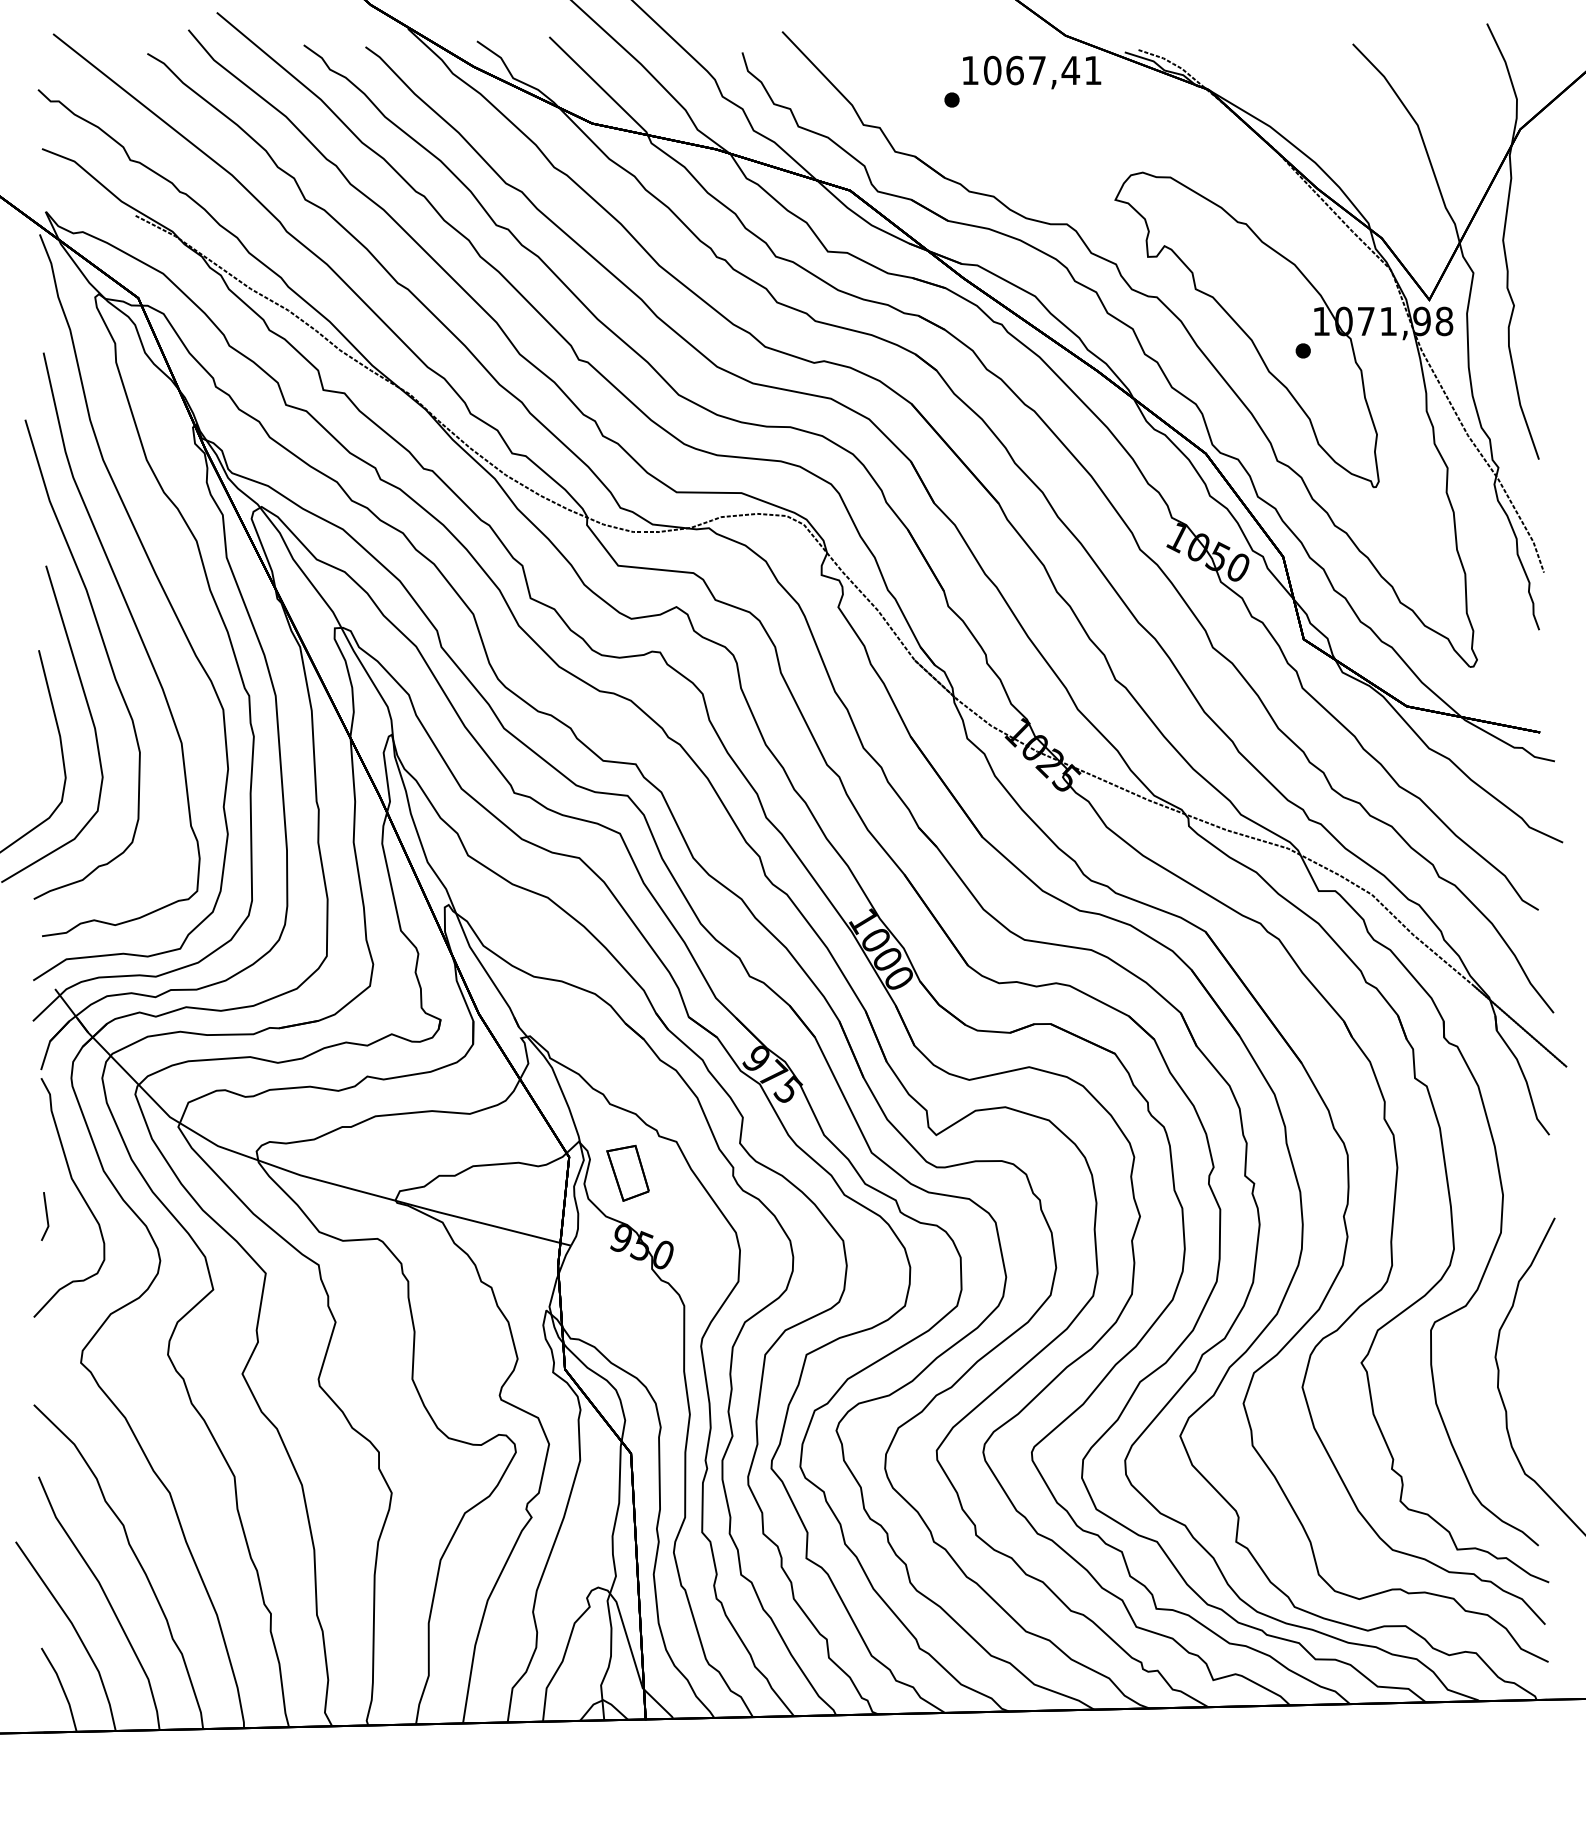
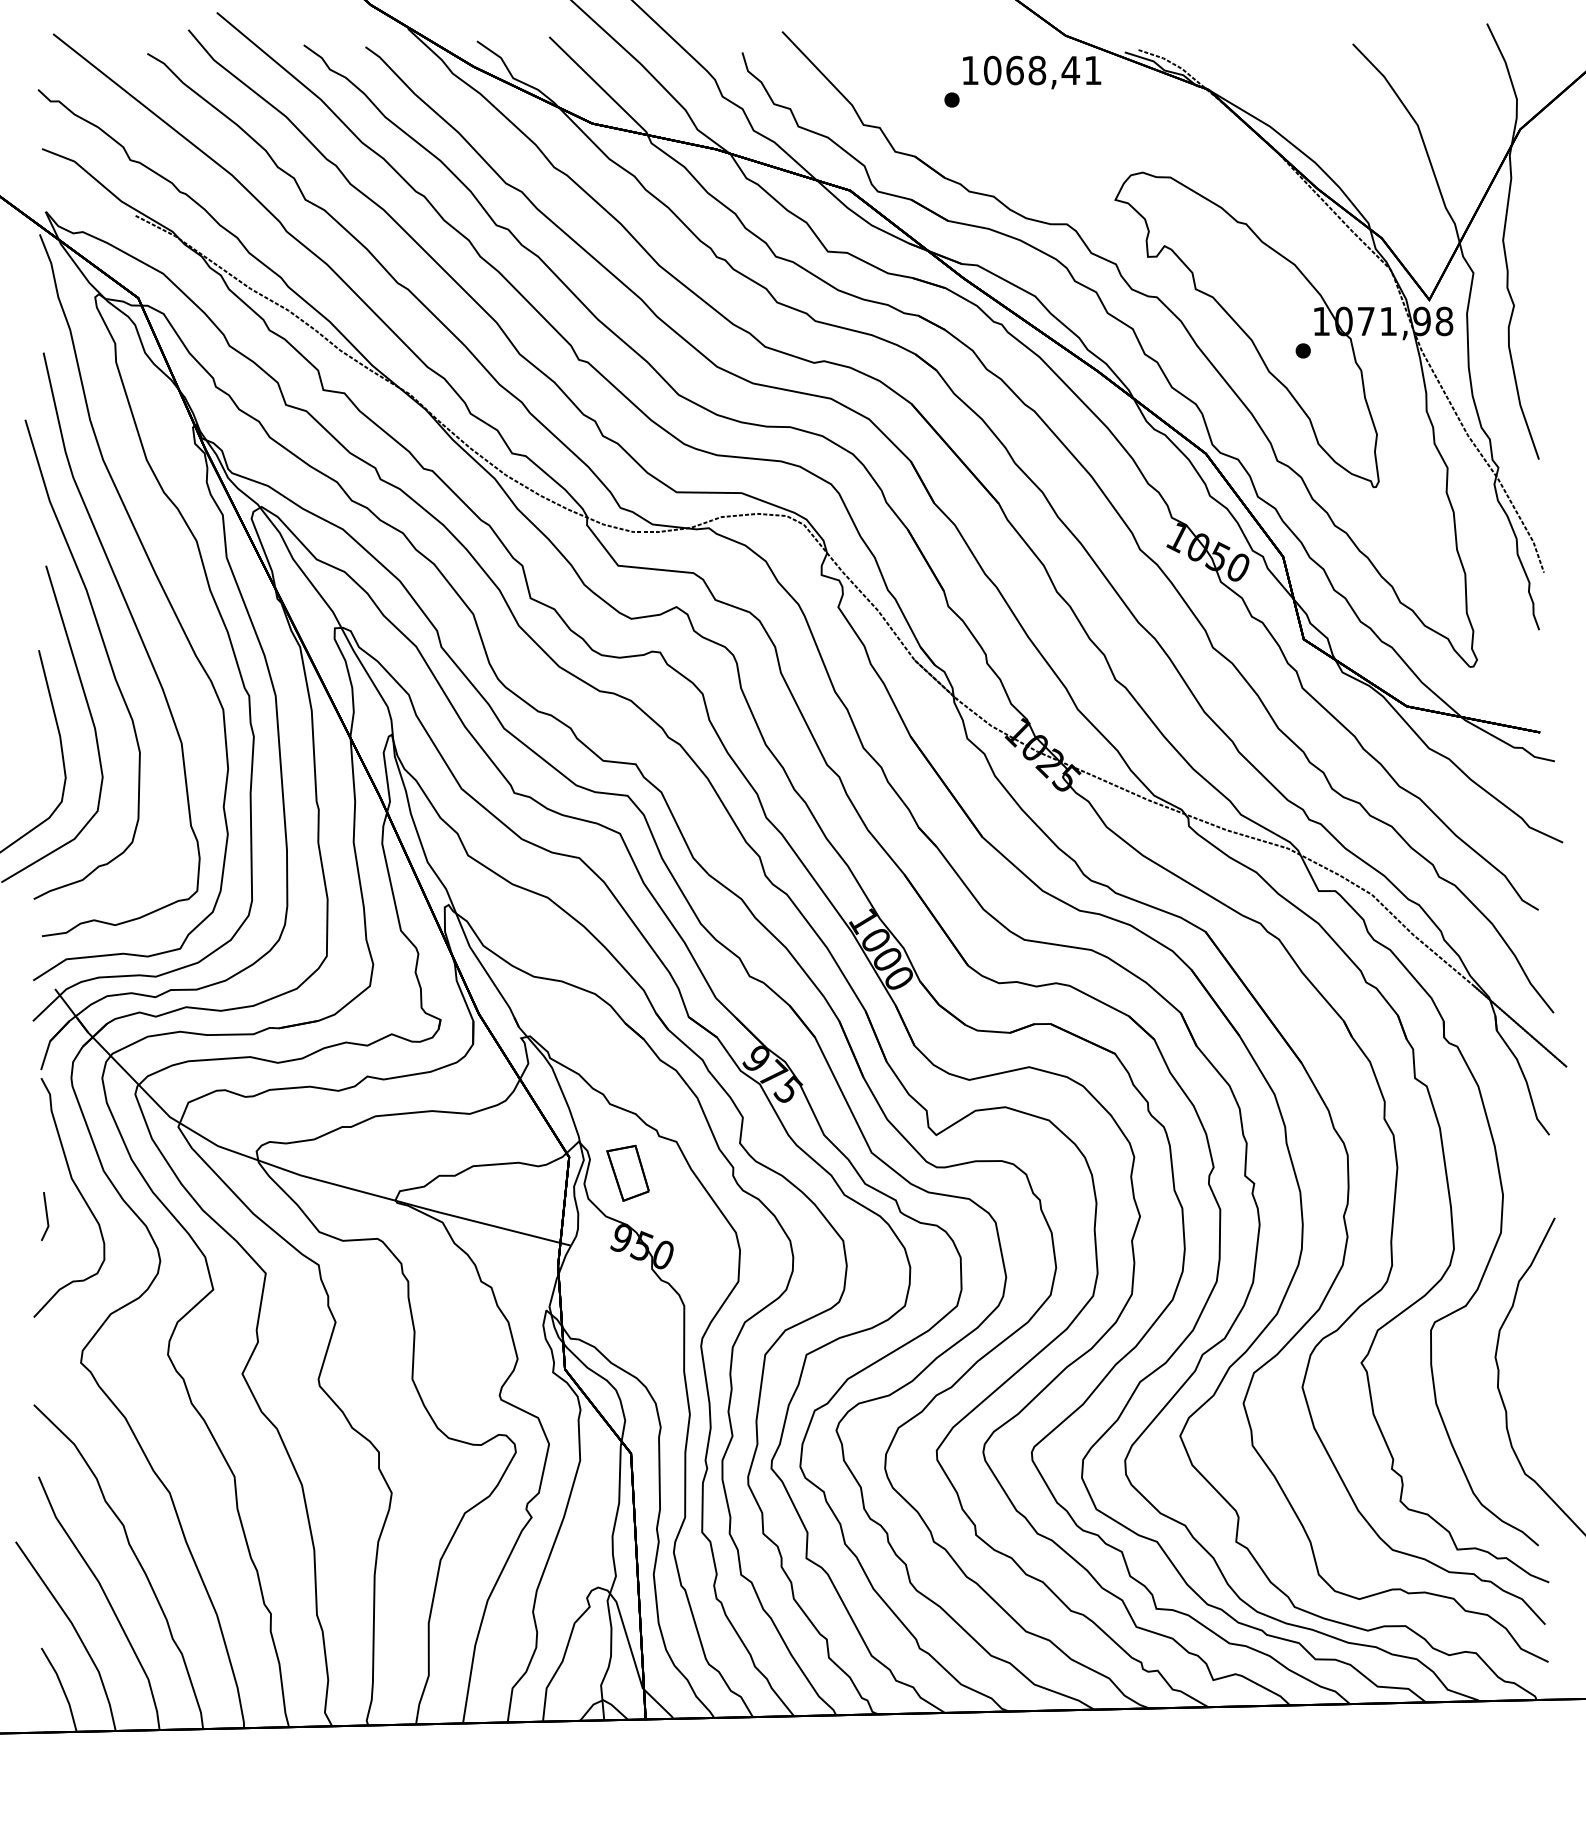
text at (1037, 70): 1067,41 -> 1068,41
